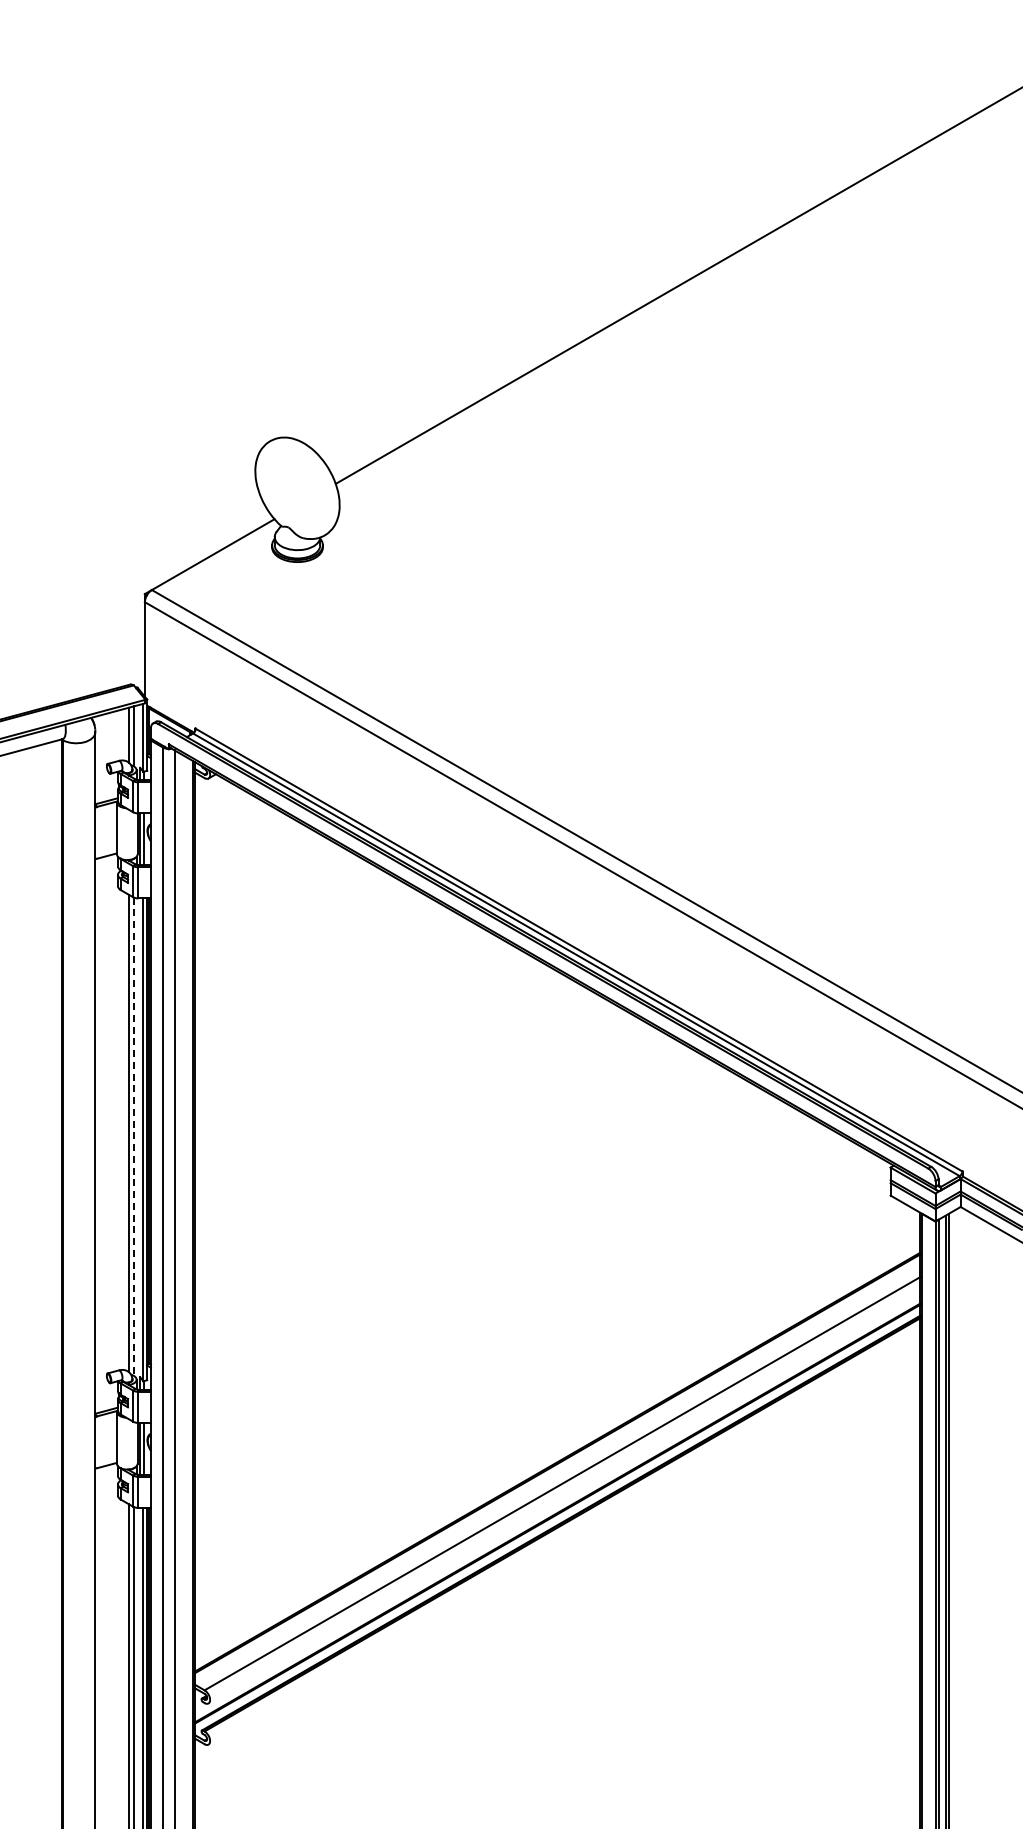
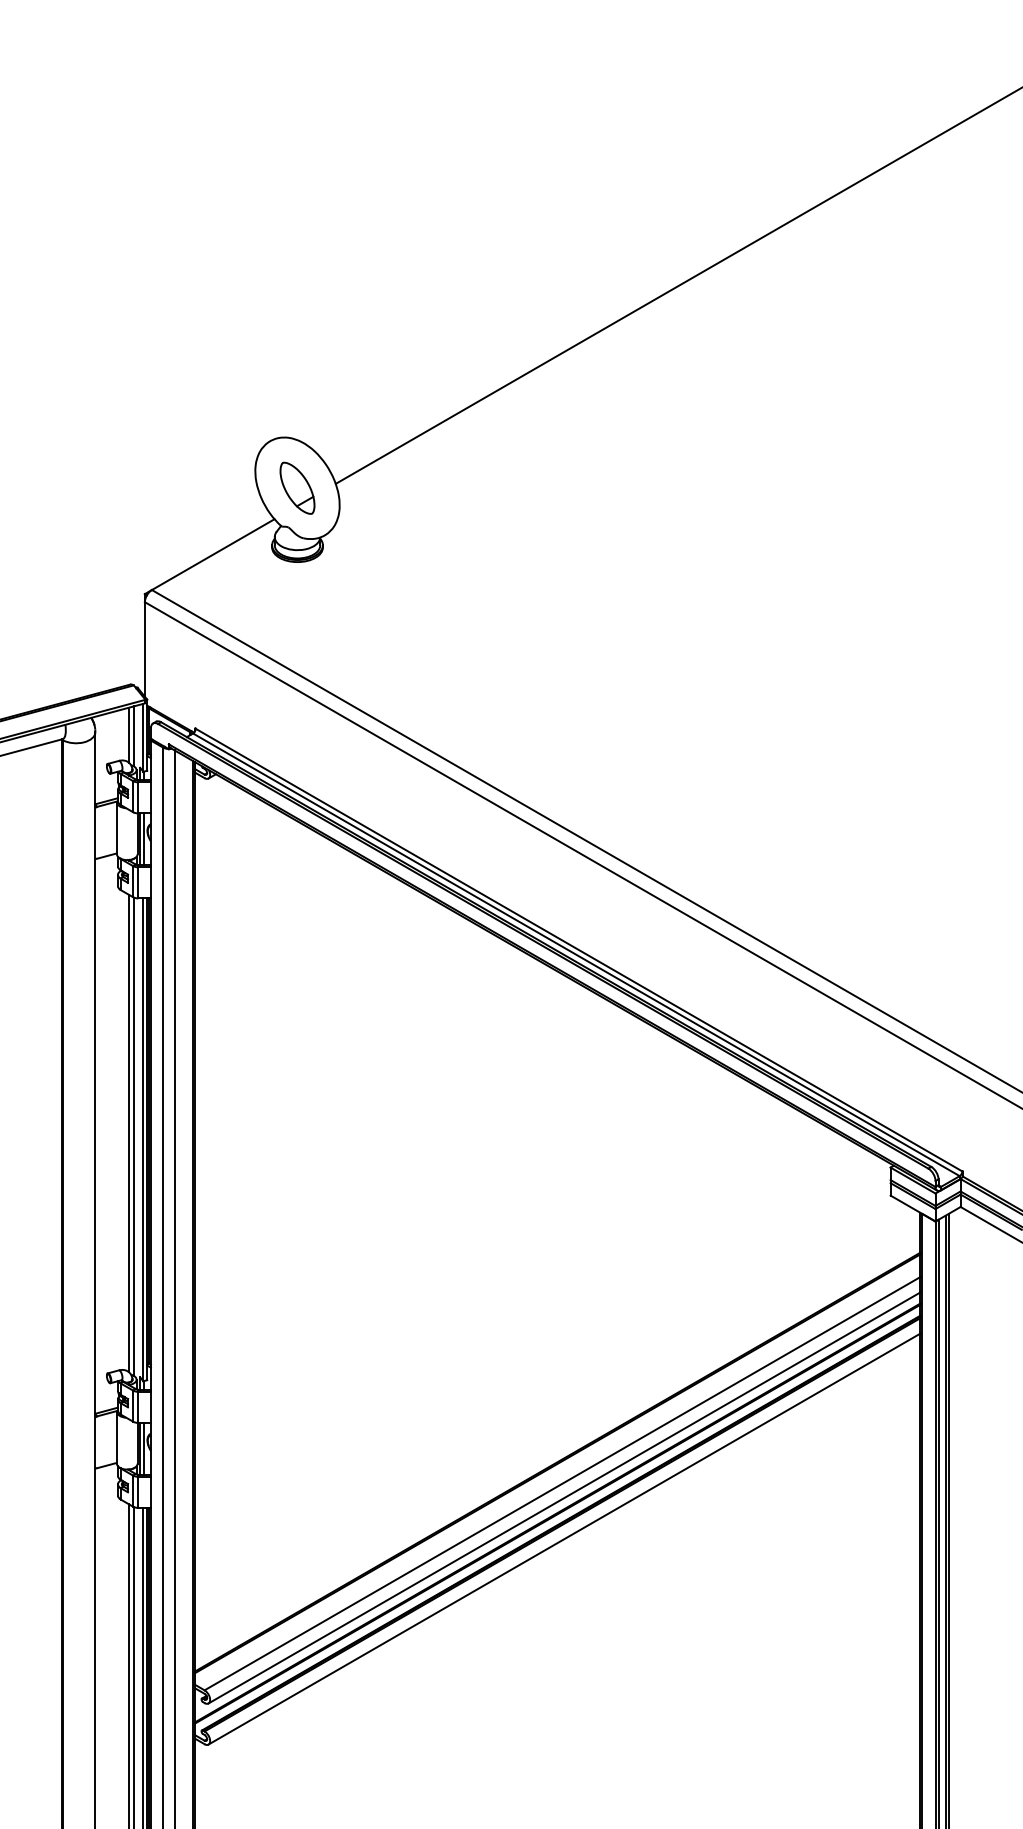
part at (297, 487): none -> present
line at (133, 1137): dashed -> solid
line at (564, 1497): none -> present
line at (564, 1538): none -> present
